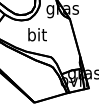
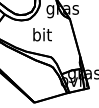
text at (37, 34) position: (37, 34) -> (42, 34)
